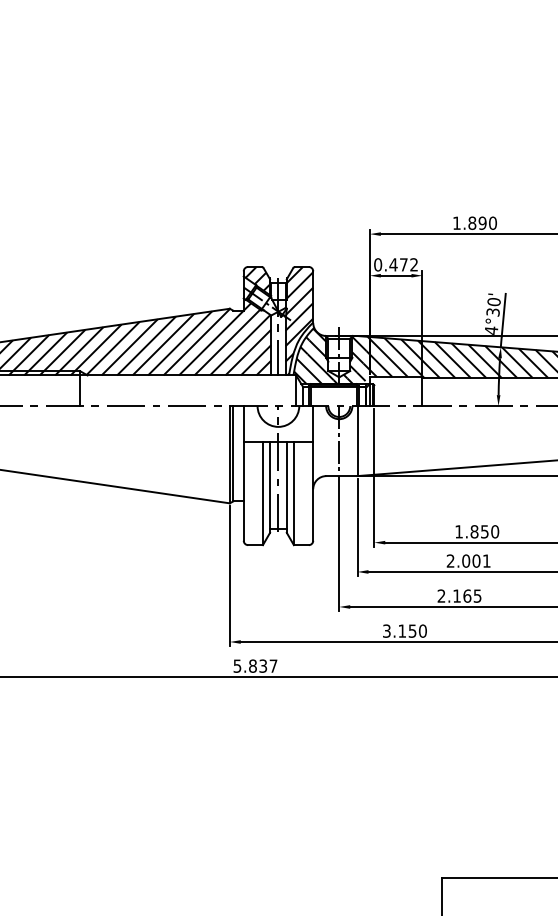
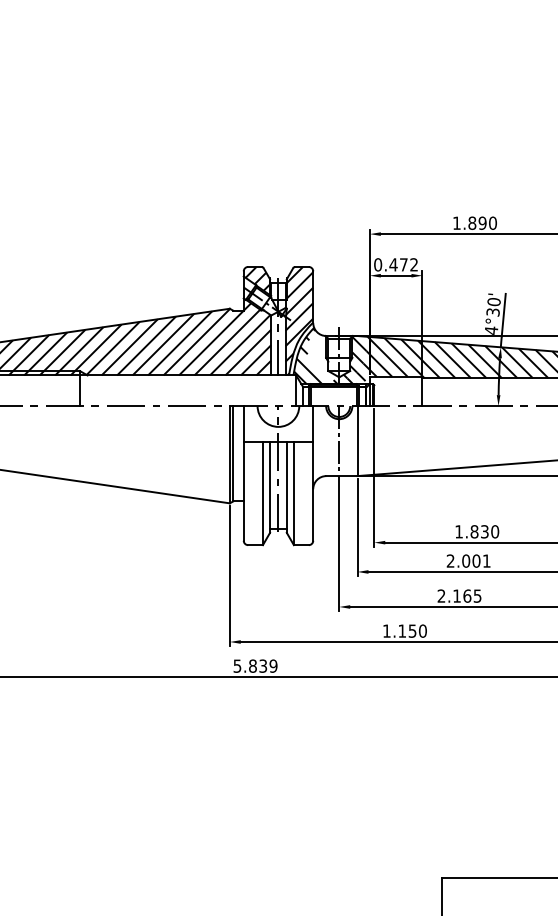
hatch at (320, 355): present -> none
text at (484, 531): 1.850 -> 1.830
text at (386, 630): 3.150 -> 1.150
text at (273, 665): 5.837 -> 5.839
